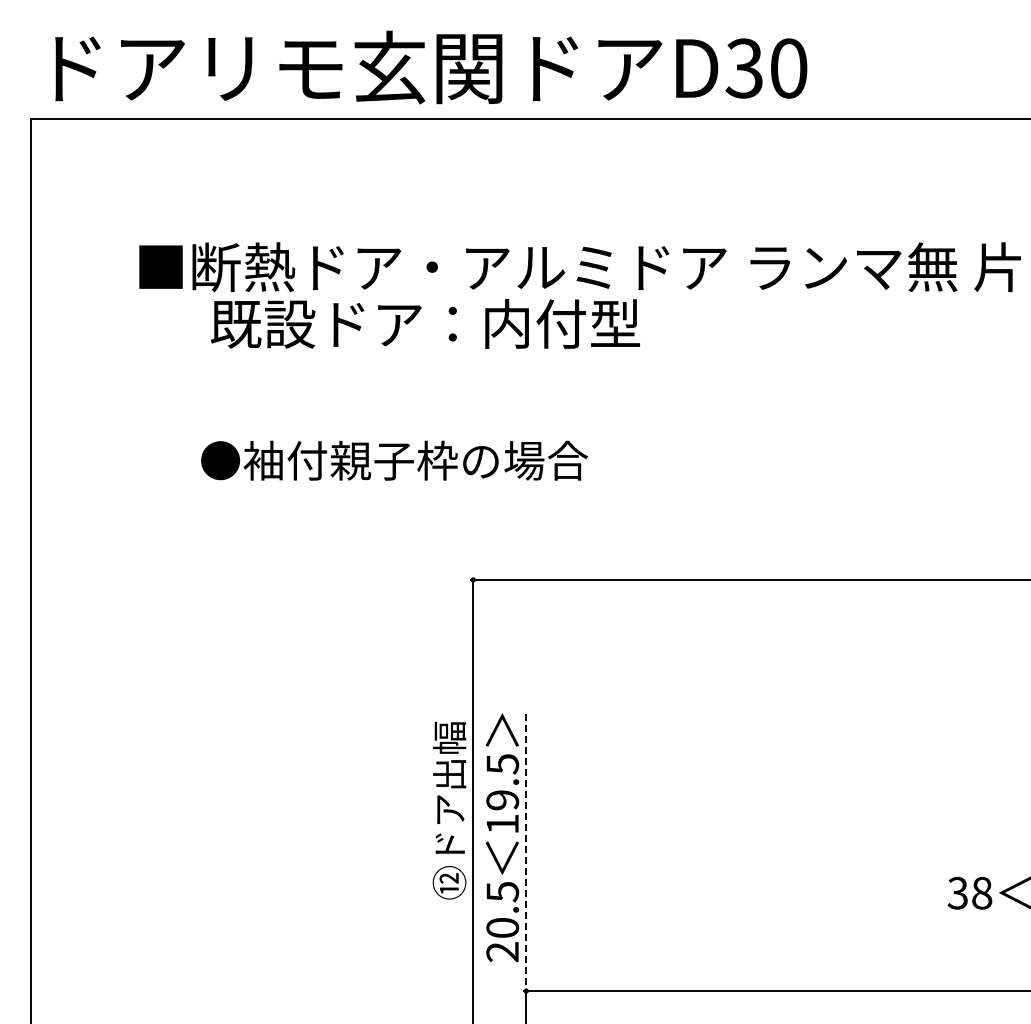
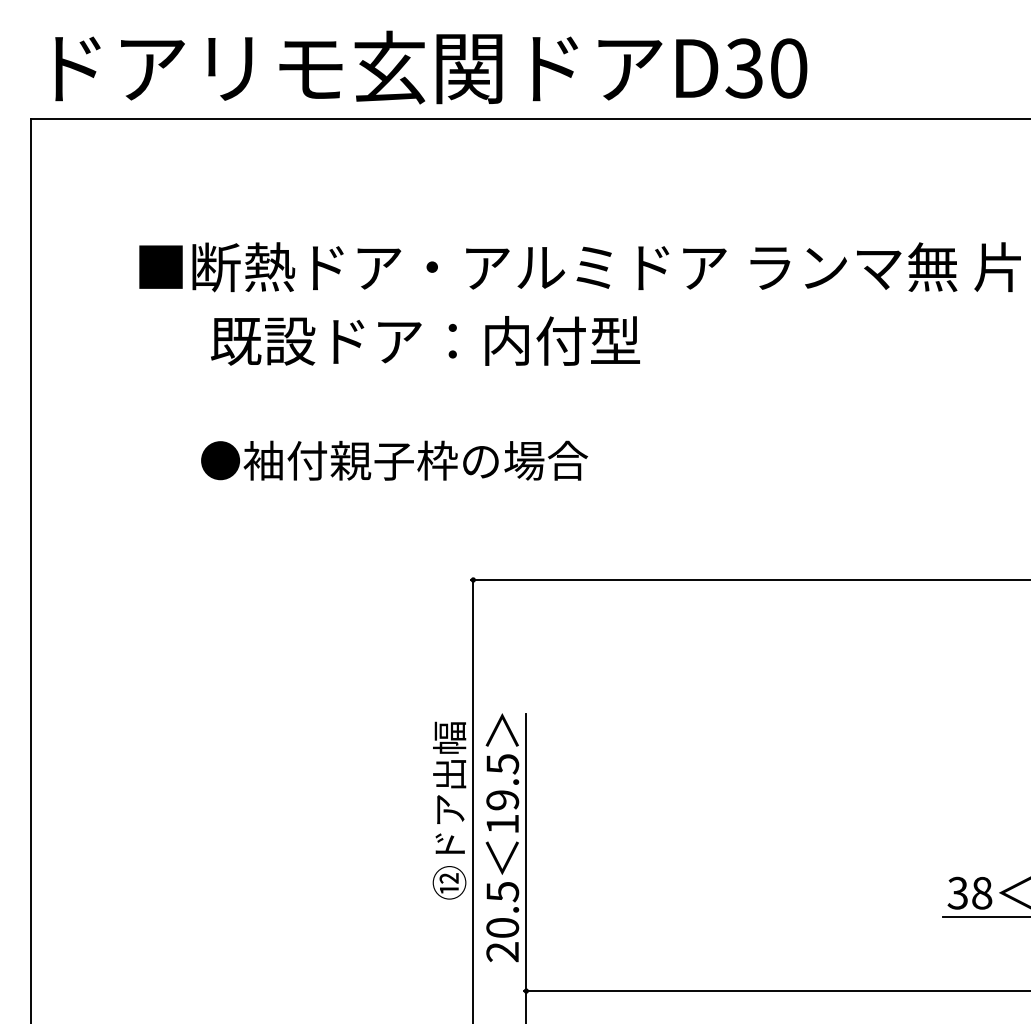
text at (425, 323) position: (425, 323) -> (425, 340)
line at (526, 853): dashed -> solid
line at (985, 916): none -> present
